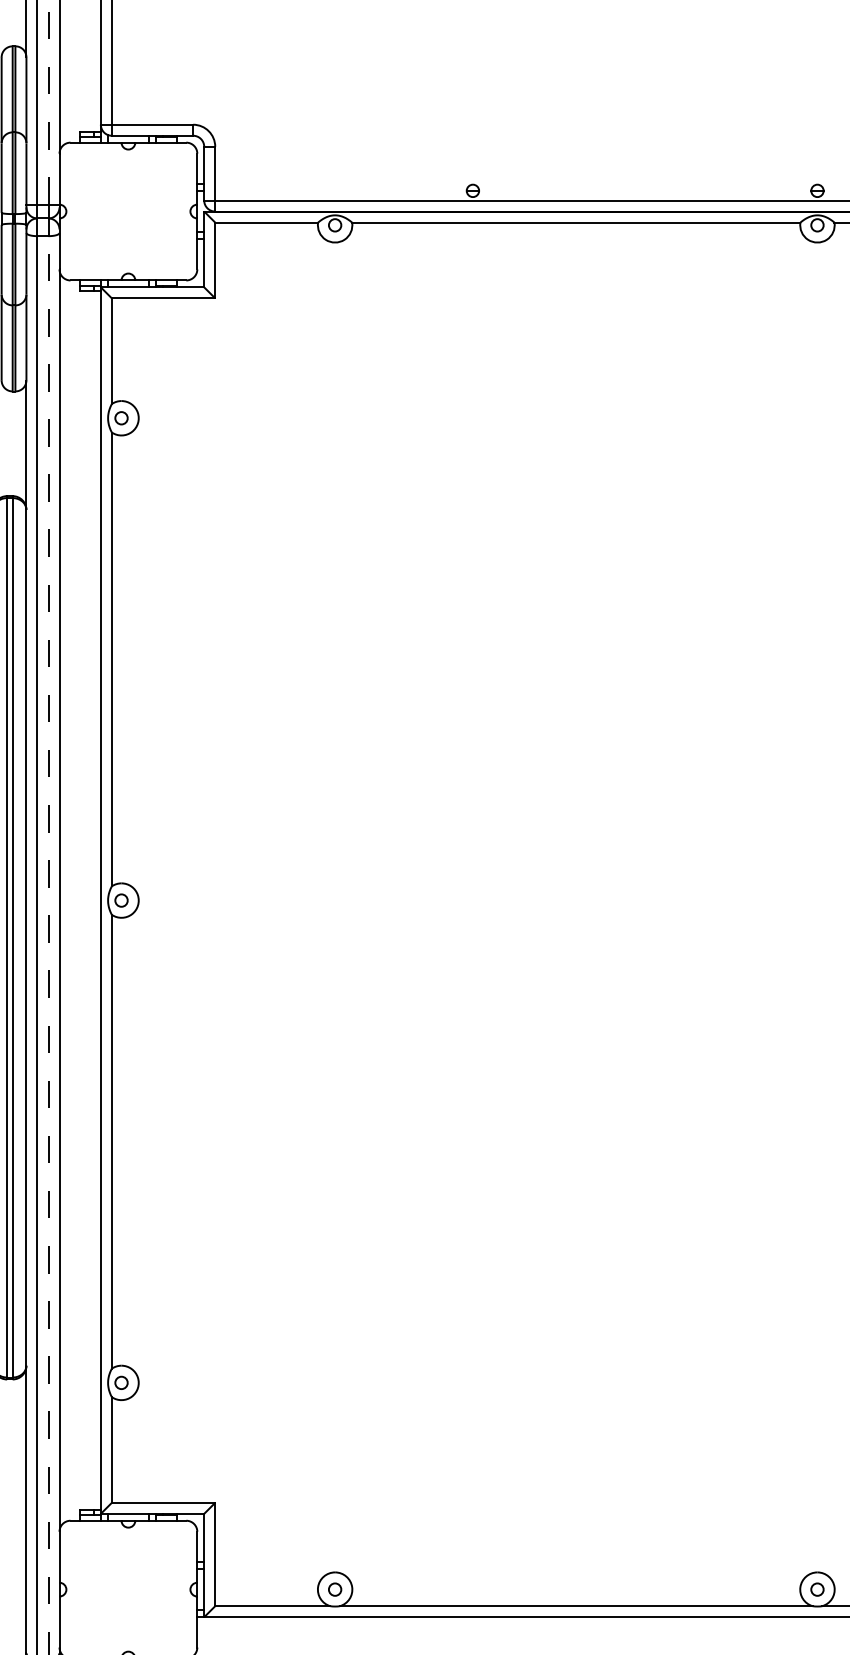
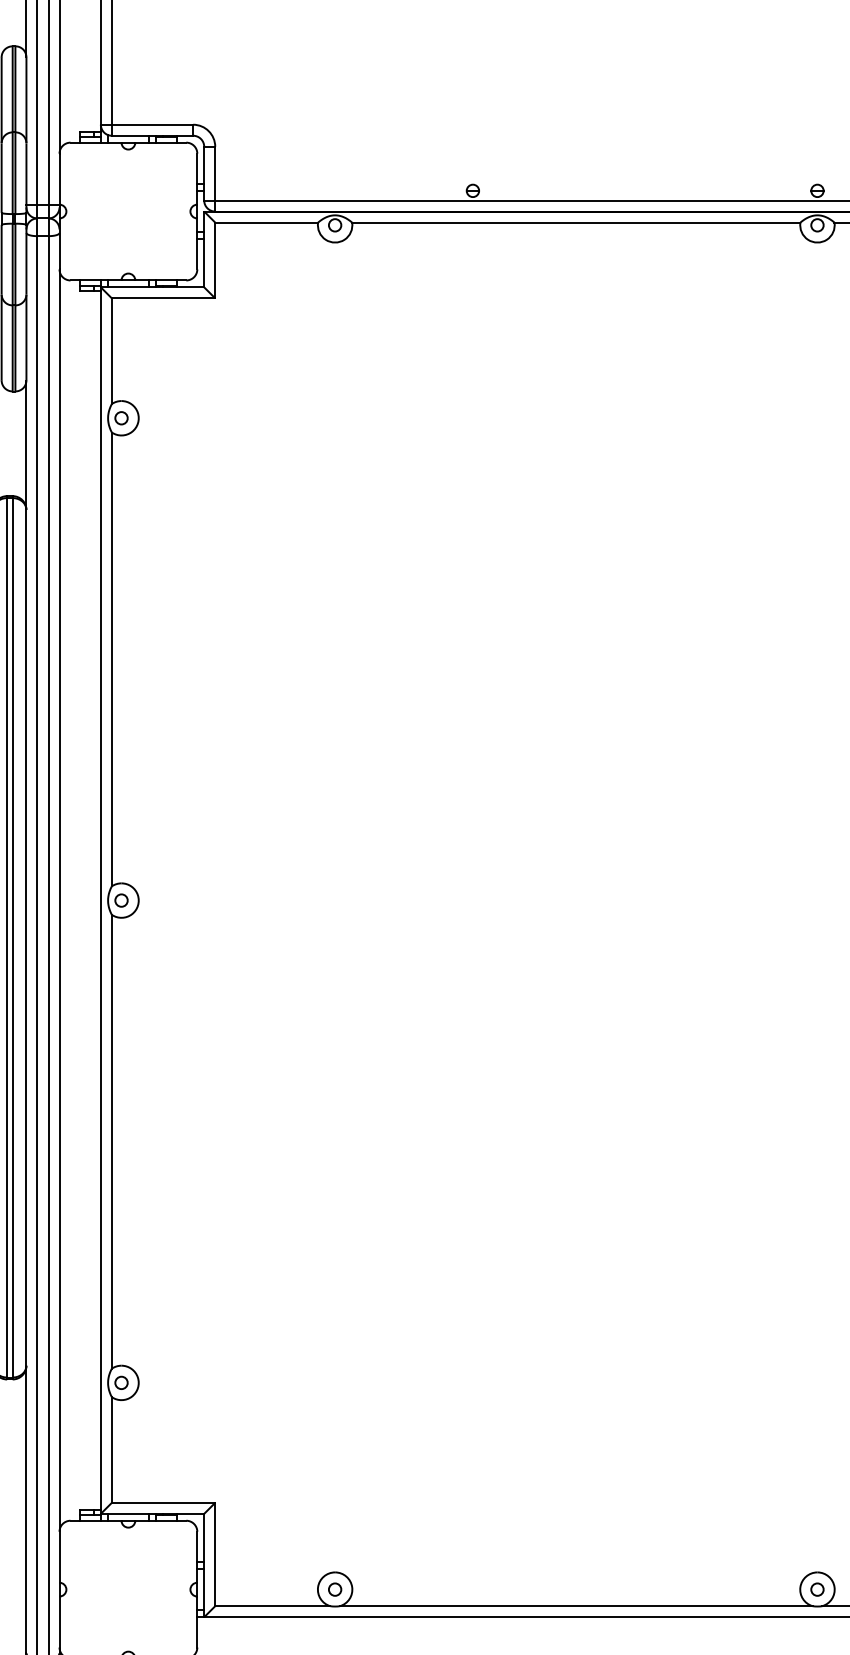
line at (48, 102): dashed -> solid
line at (48, 944): dashed -> solid
